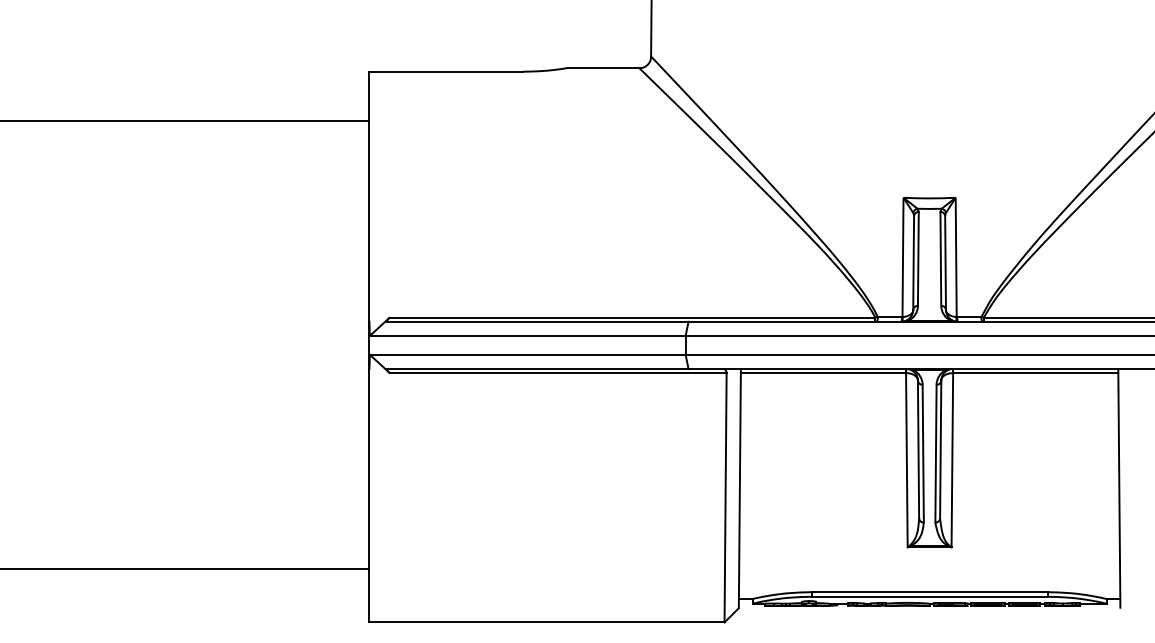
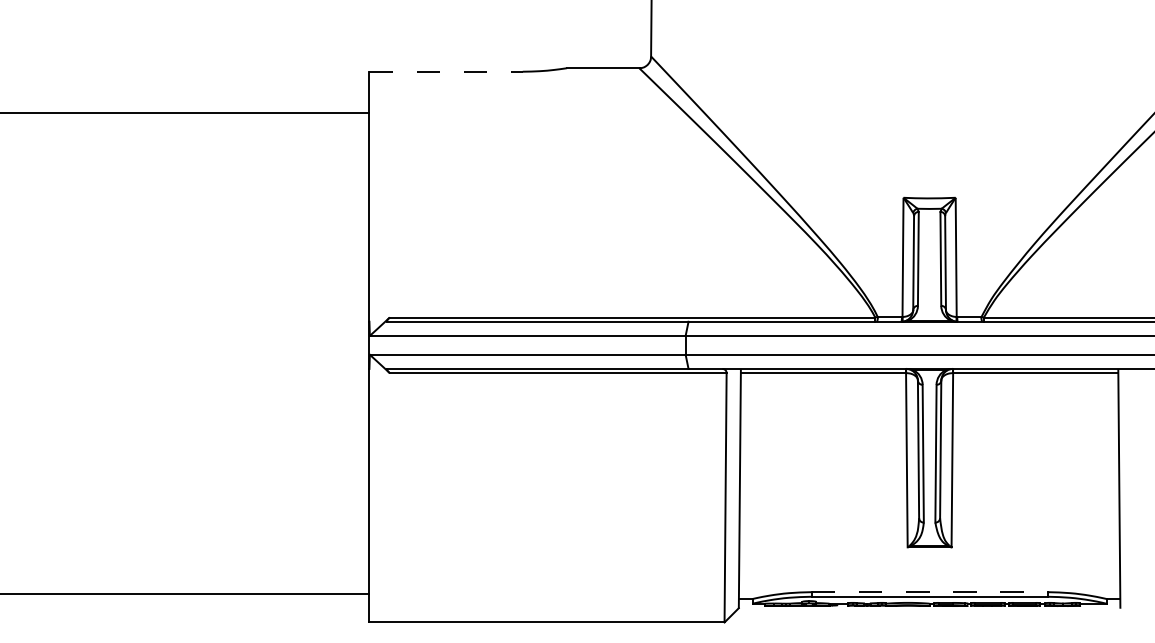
line at (446, 71): solid -> dashed
line at (185, 121) position: (185, 121) -> (185, 113)
line at (185, 569) position: (185, 569) -> (185, 594)
line at (929, 592): solid -> dashed
